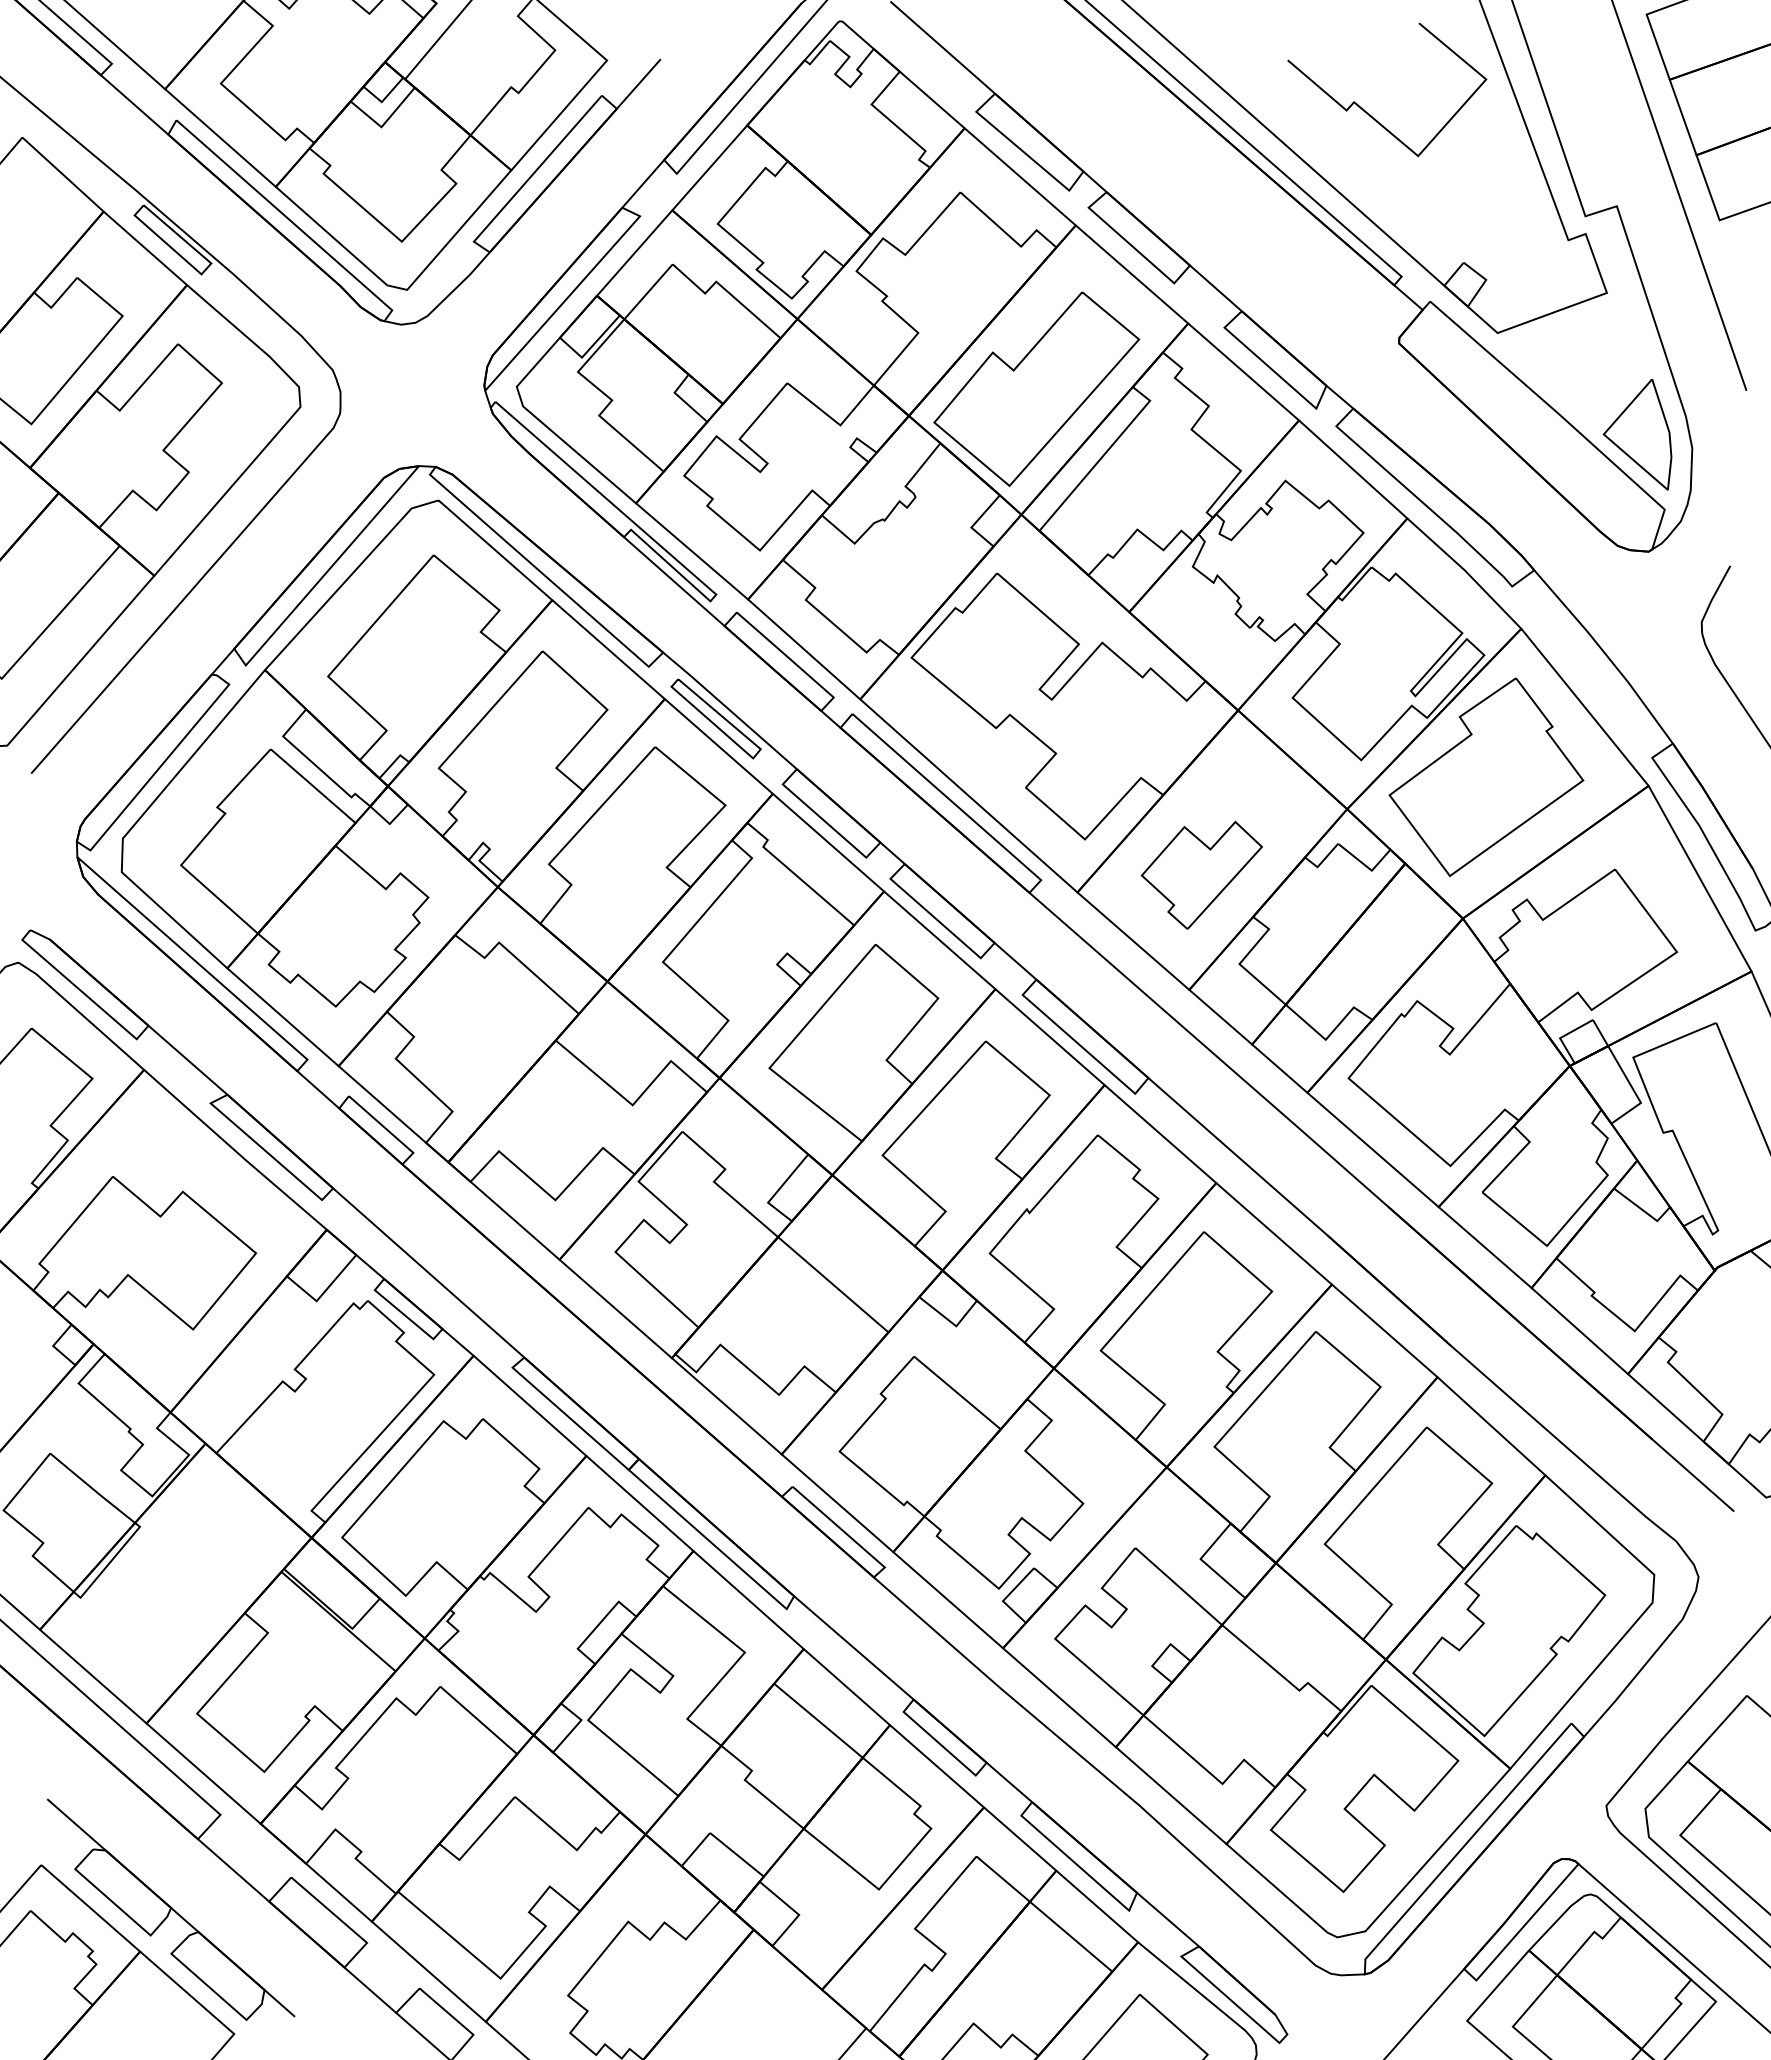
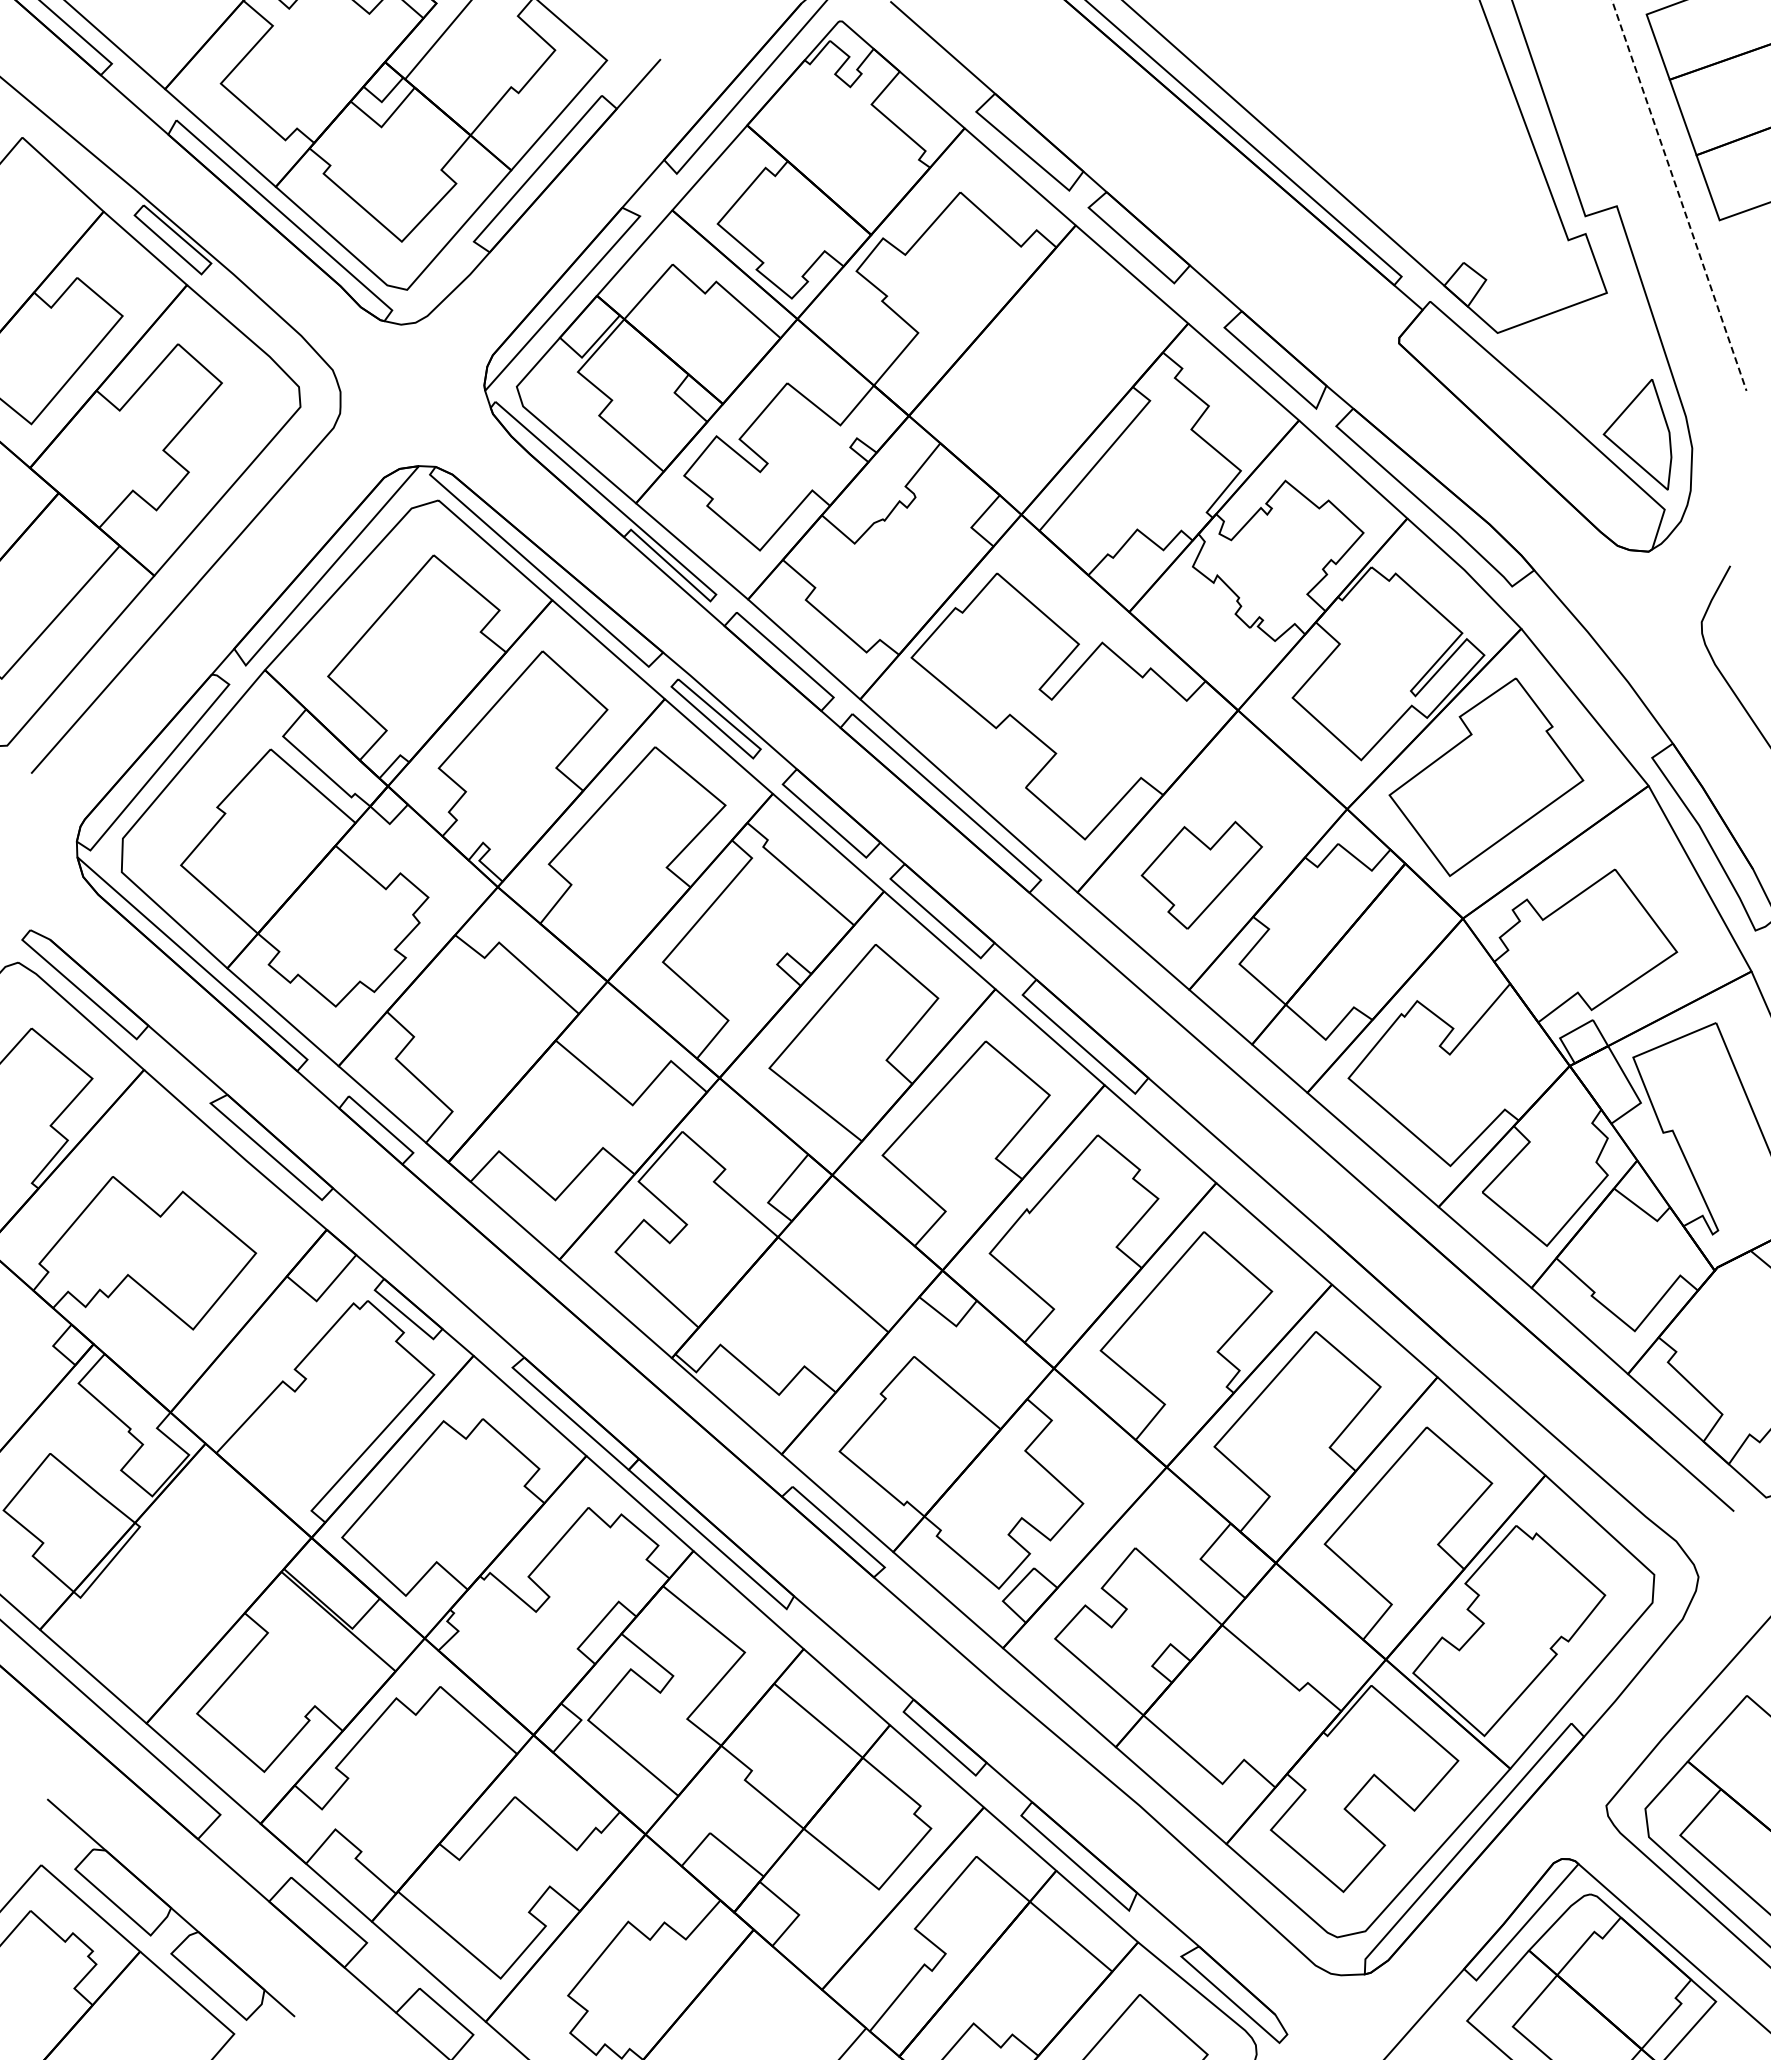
curve at (1369, 113): present -> none
line at (1679, 196): solid -> dashed
part at (1036, 388): present -> none
